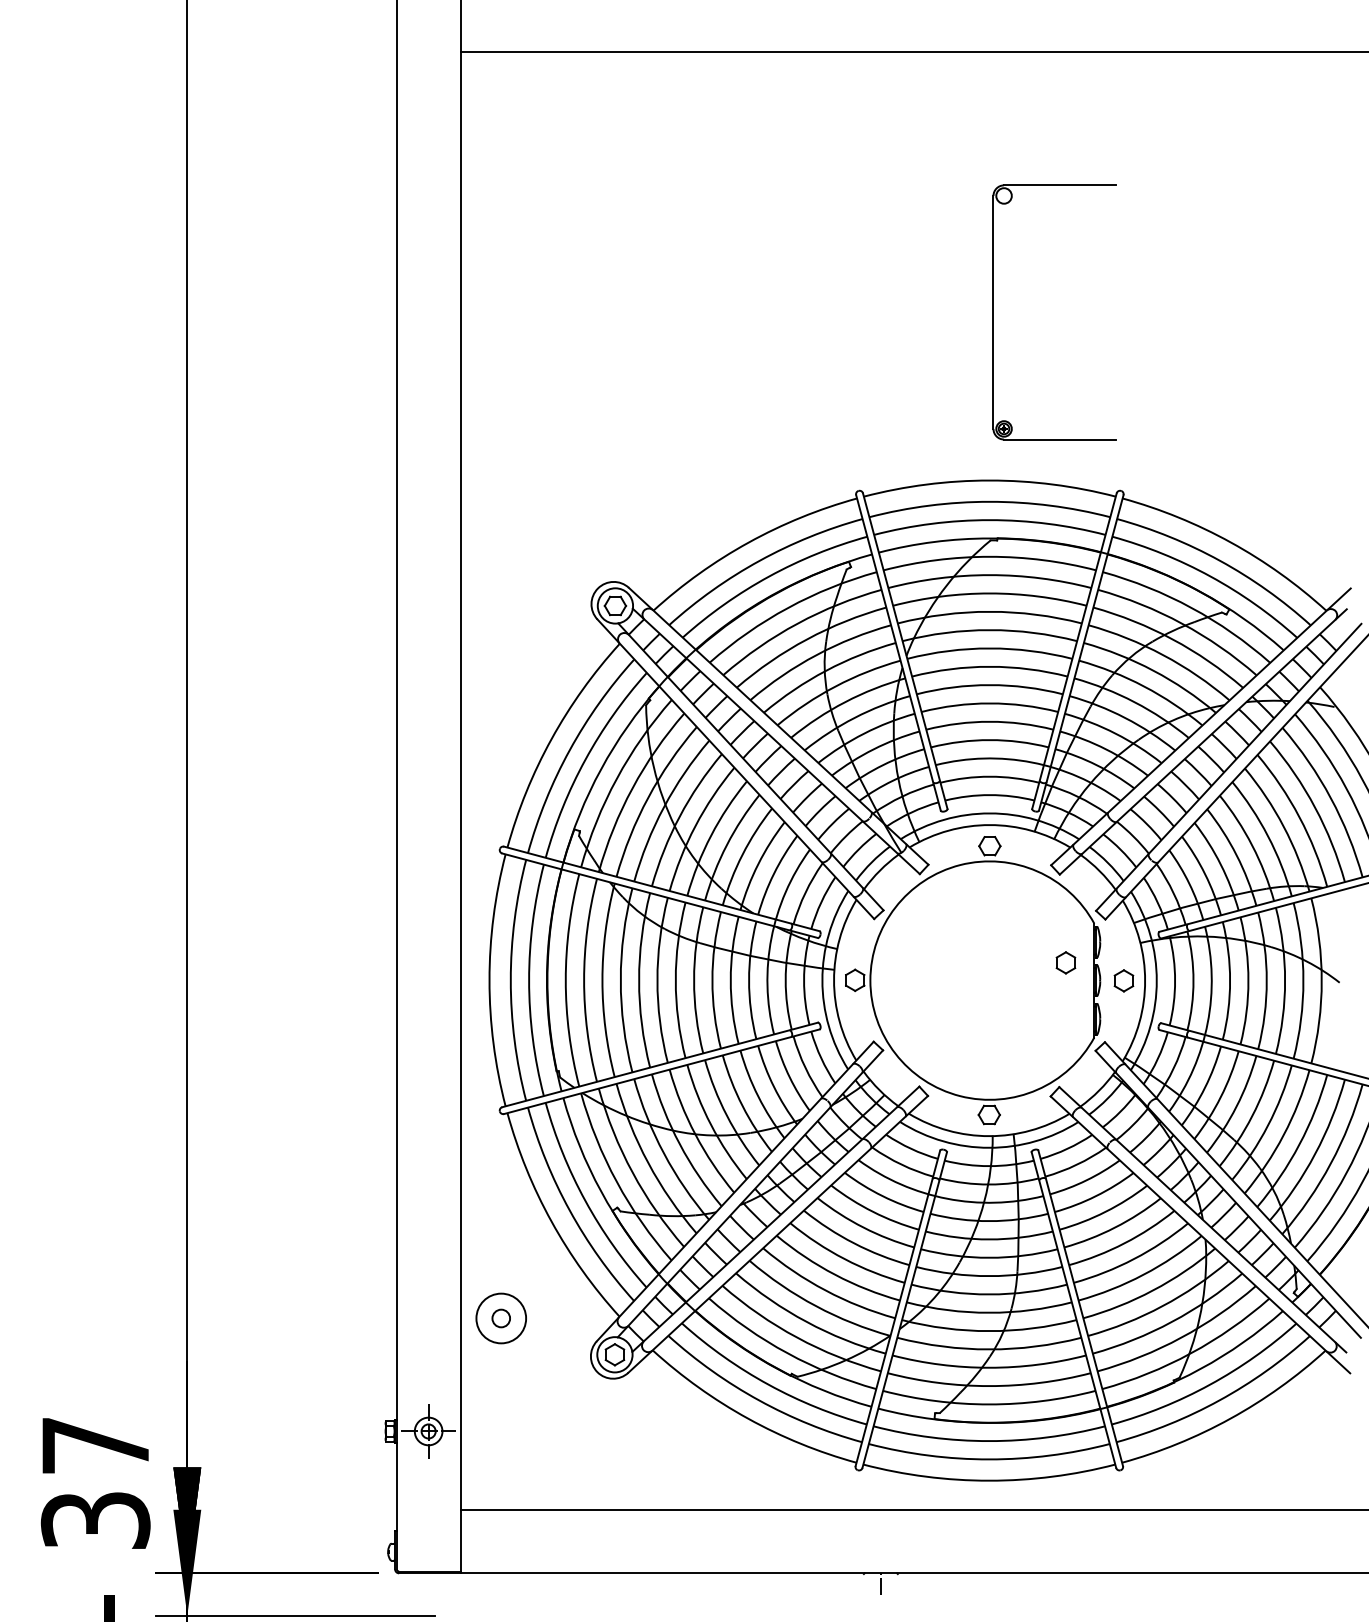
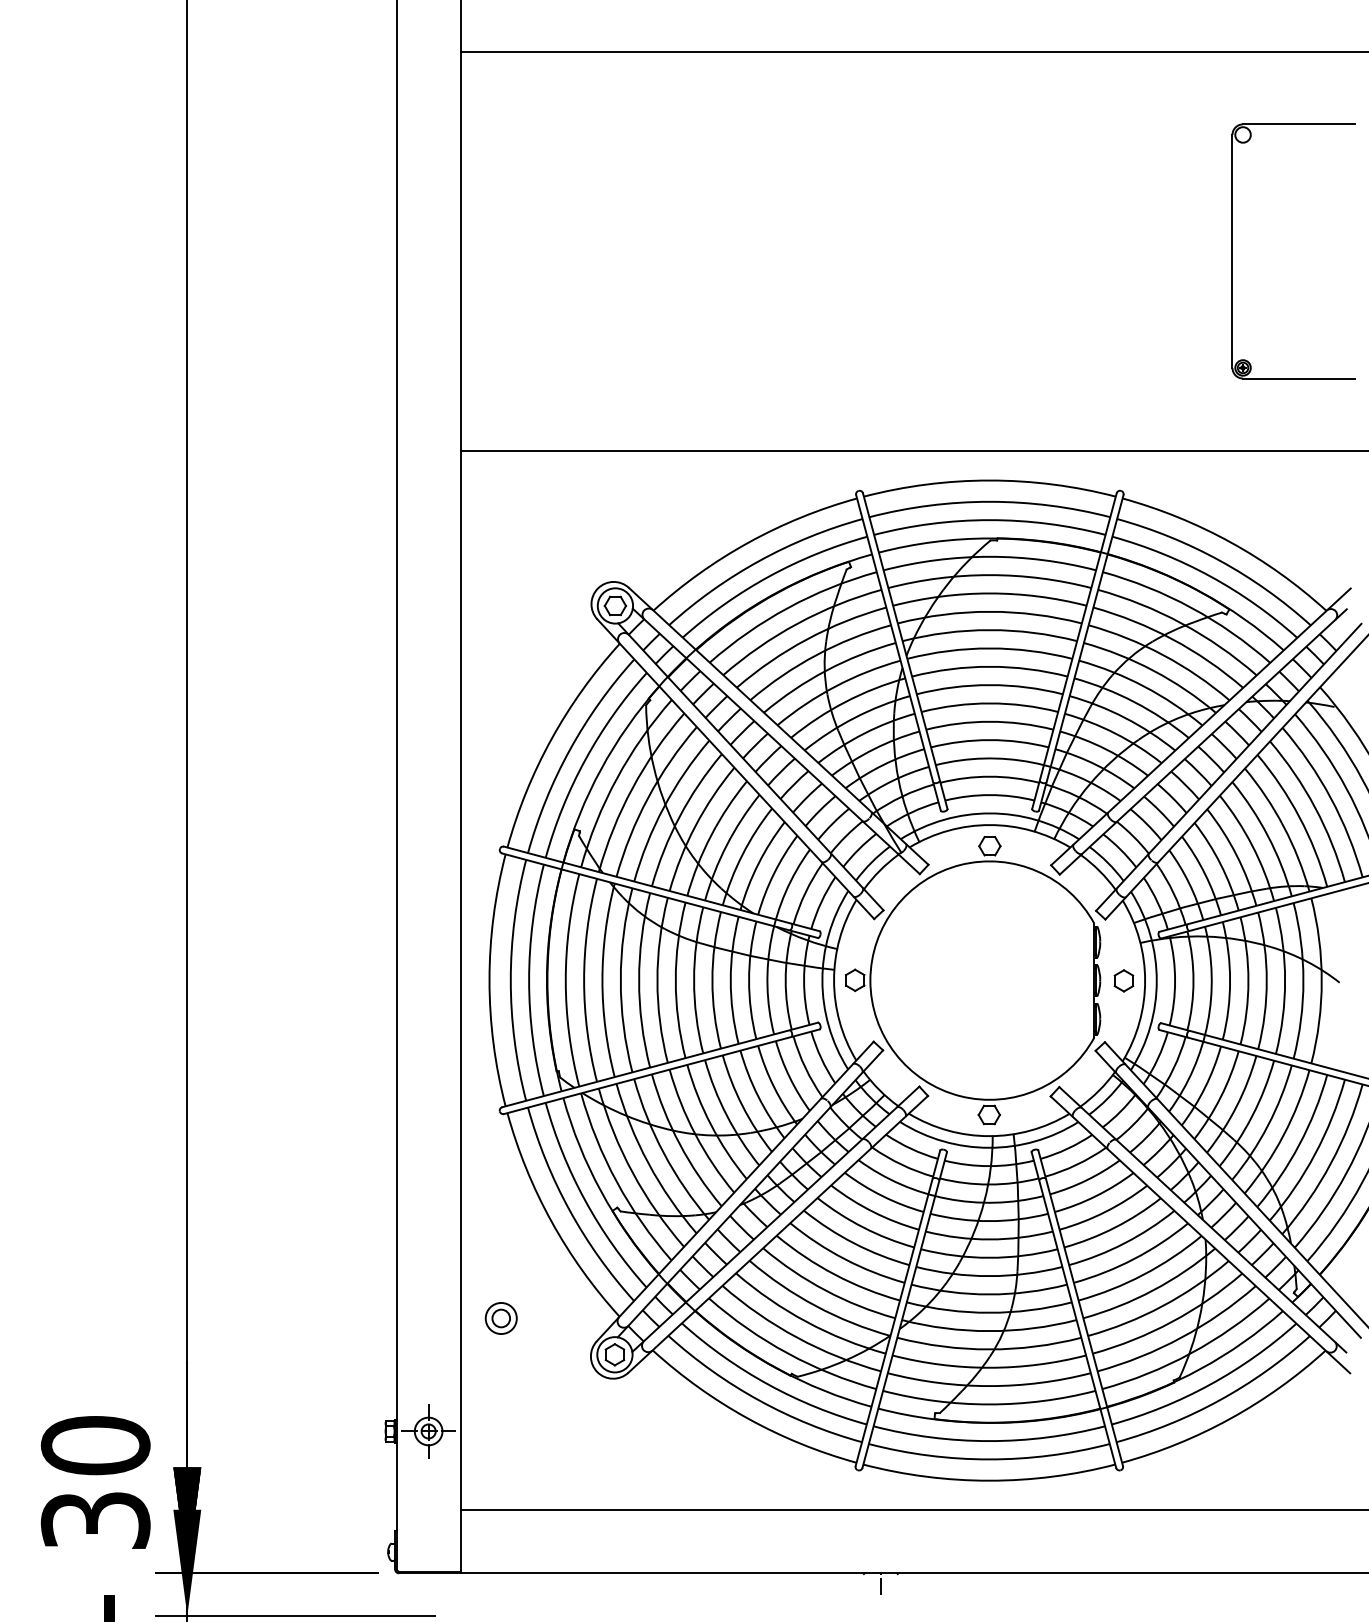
part at (993, 312) position: (993, 312) -> (1232, 251)
line at (912, 450): none -> present
part at (1065, 962): present -> none
circle at (501, 1318) diameter: 50 px -> 31 px
text at (95, 1445): 37 -> 30
